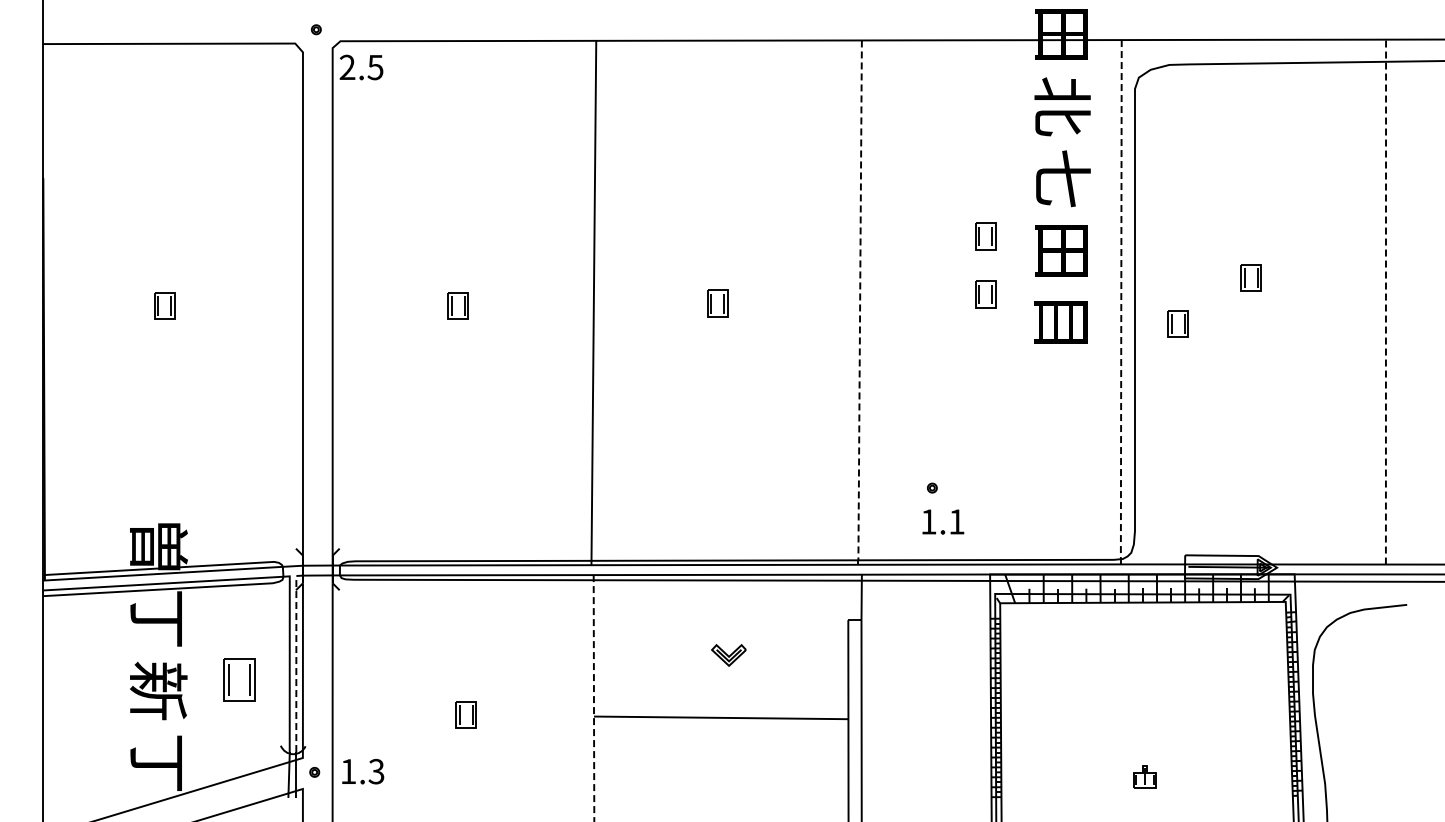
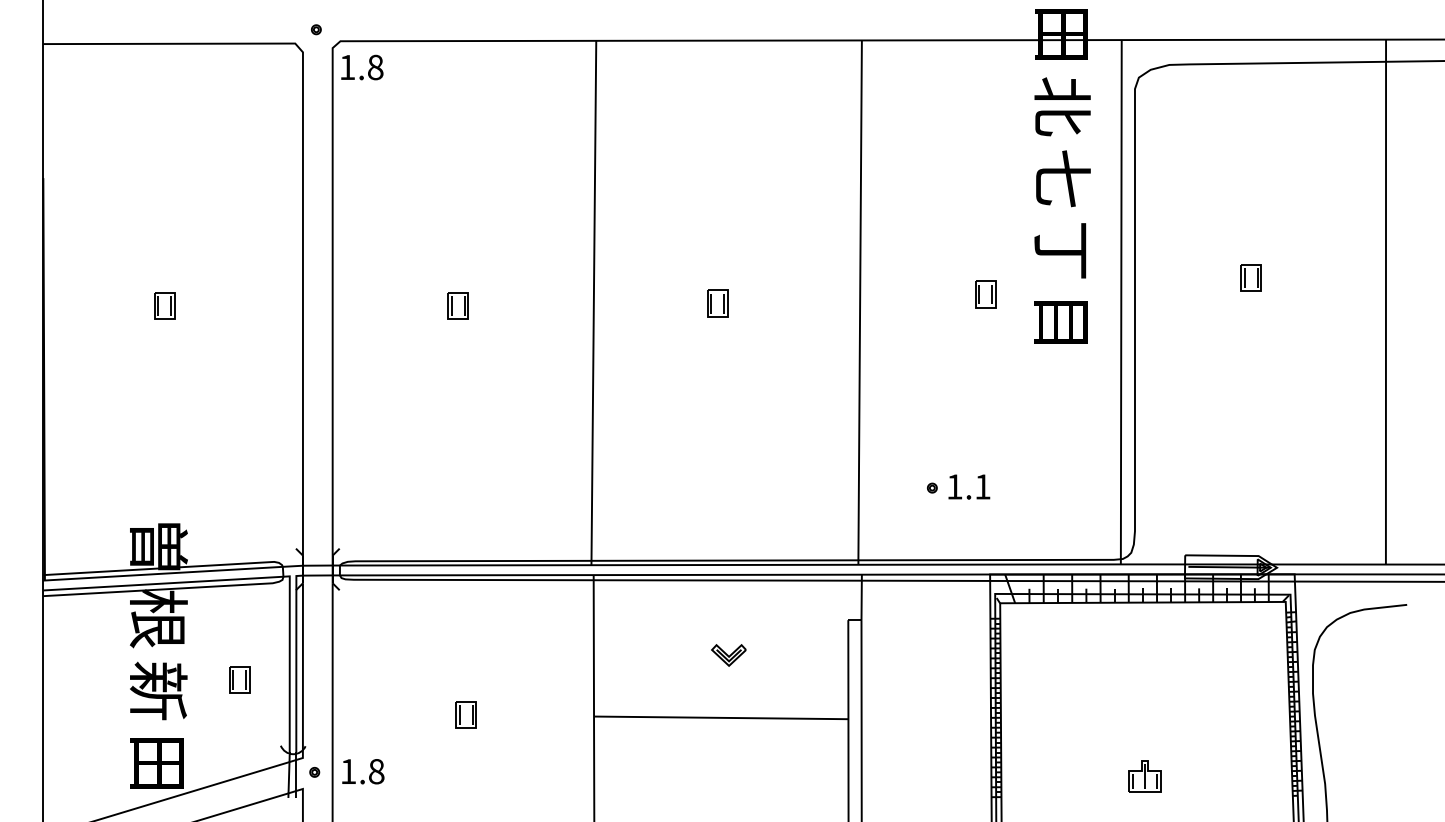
text at (361, 67): 2.5 -> 1.8
part at (985, 236): present -> none
text at (1060, 250): 田 -> 丁
line at (1385, 301): dashed -> solid
line at (860, 303): dashed -> solid
line at (1121, 303): dashed -> solid
part at (1177, 323): present -> none
text at (943, 521) position: (943, 521) -> (969, 486)
text at (158, 618): 丁 -> 根
line at (296, 659): dashed -> solid
part at (239, 679) size: 33x44 px -> 22x28 px
line at (593, 698): dashed -> solid
text at (156, 762): 丁 -> 田
text at (376, 771): 1.3 -> 1.8
part at (1144, 776) size: 24x24 px -> 34x33 px
